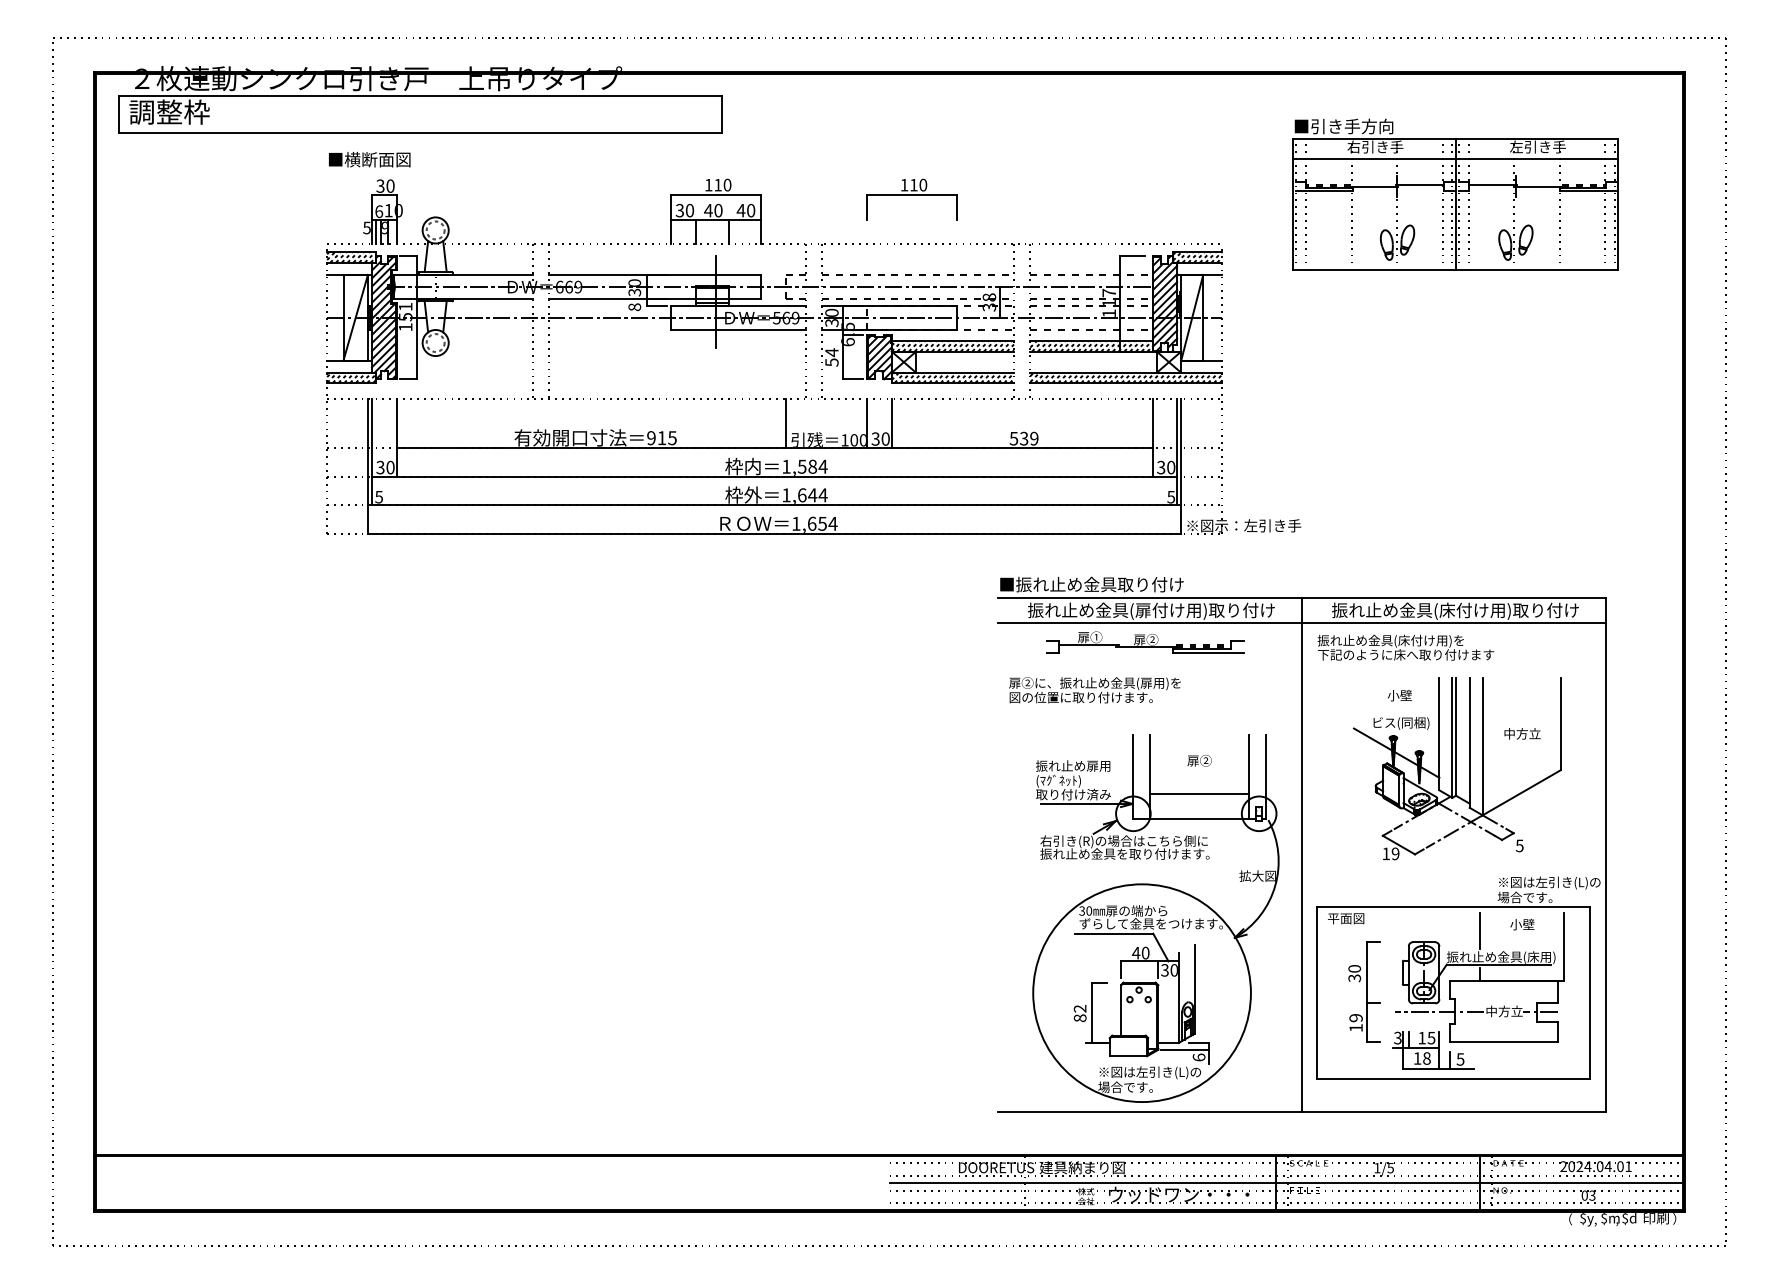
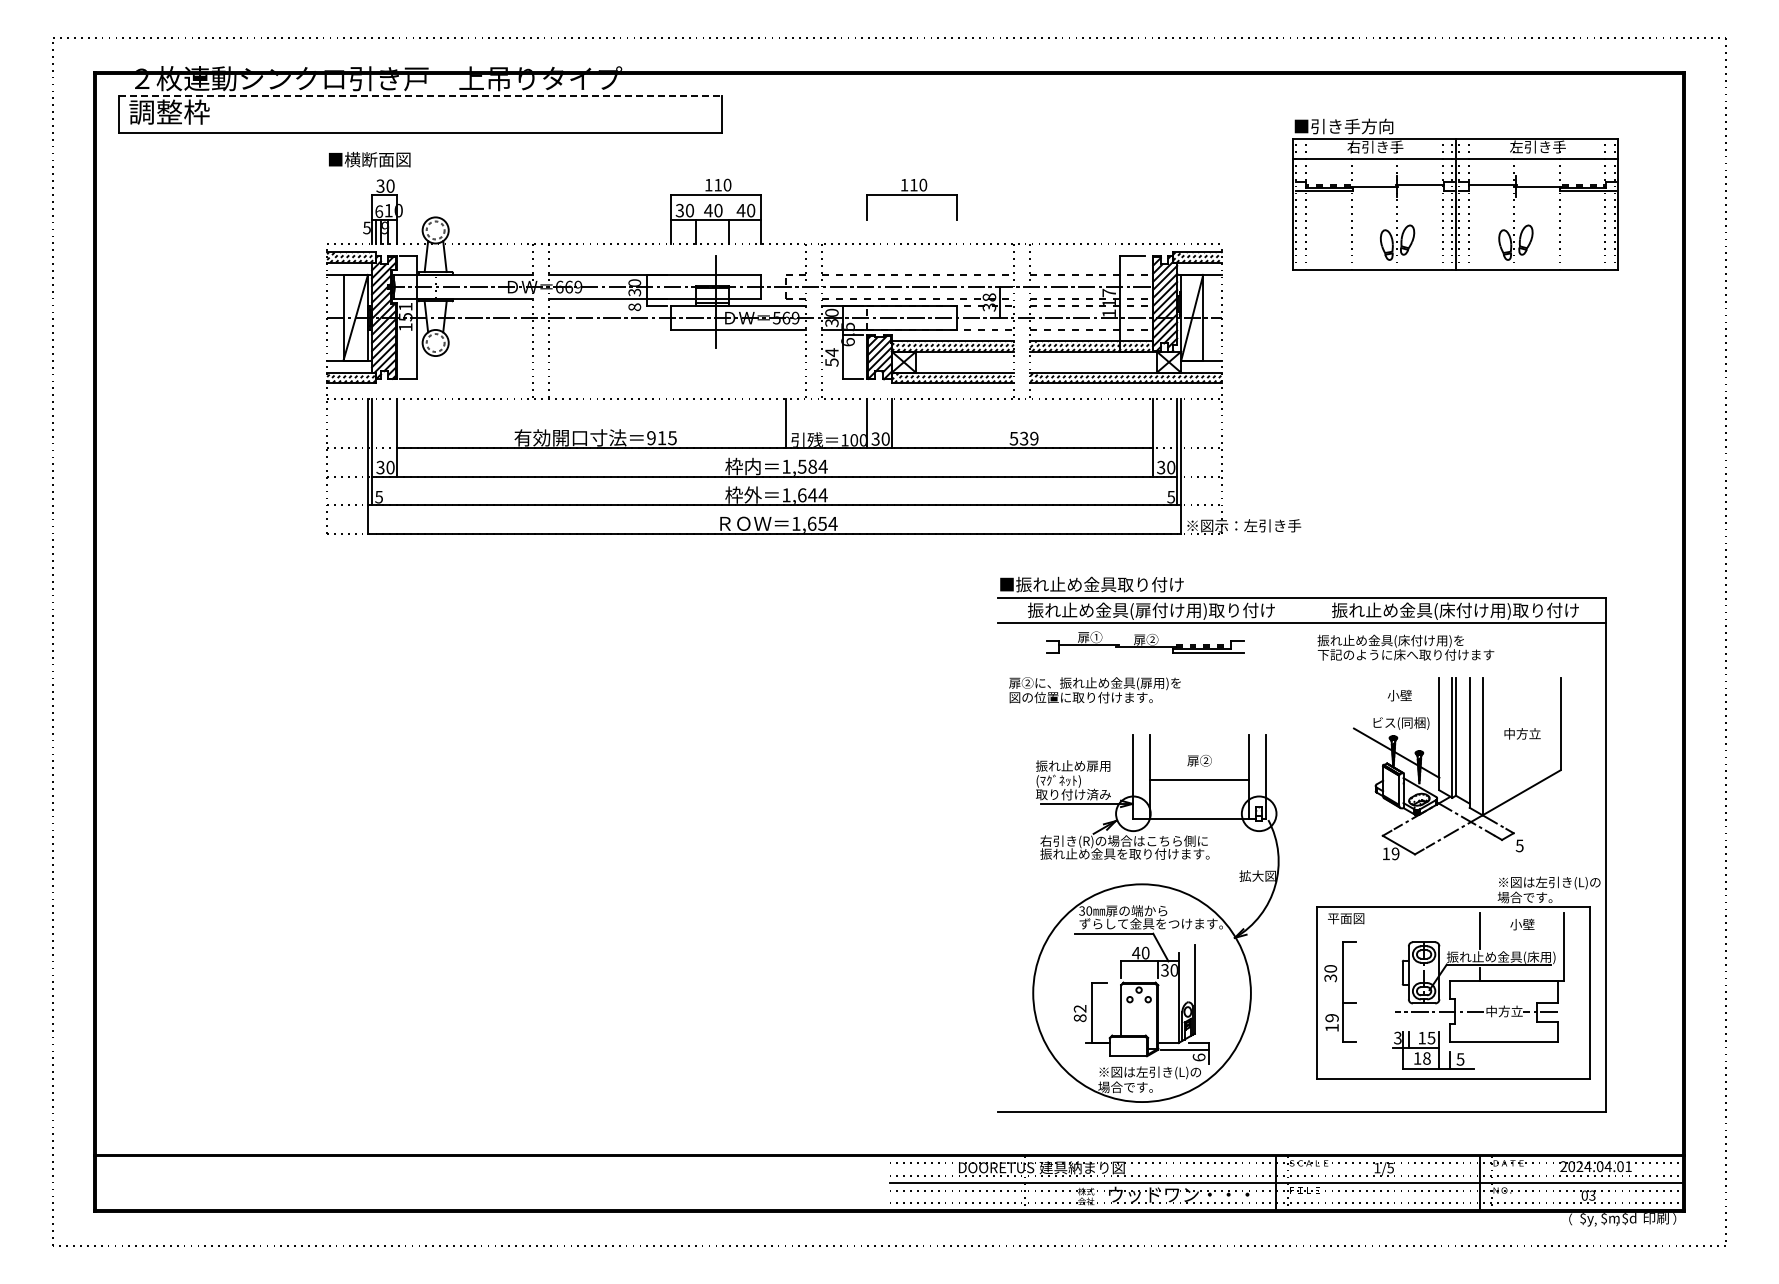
line at (420, 96): solid -> dashed
line at (1198, 794) position: (1198, 794) -> (1198, 780)
line at (1301, 854): present -> none
part at (1364, 991) position: (1364, 991) -> (1340, 991)
